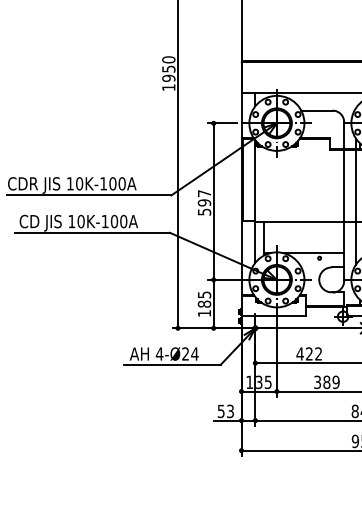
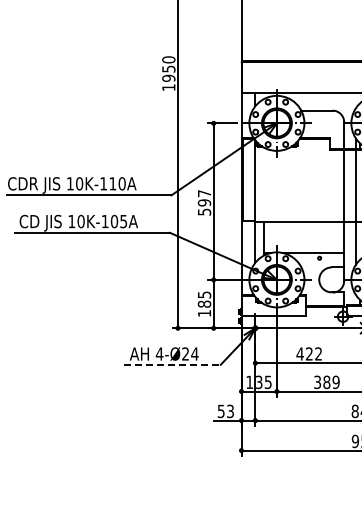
text at (112, 183): 10K-100A -> 10K-110A
text at (123, 221): 10K-100A -> 10K-105A
line at (172, 364): solid -> dashed
